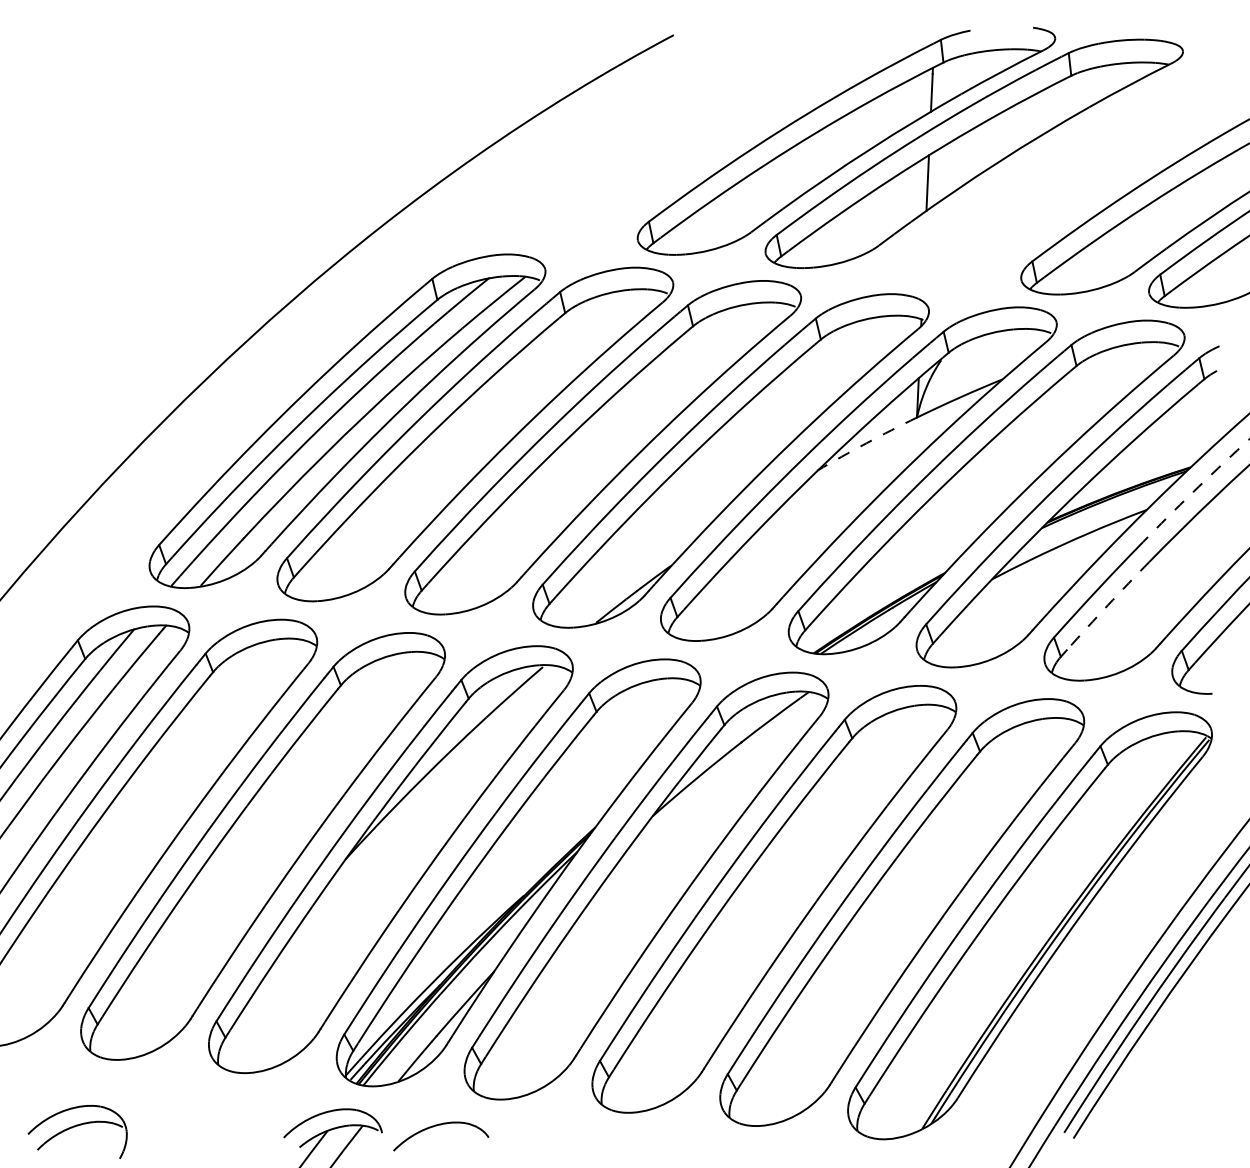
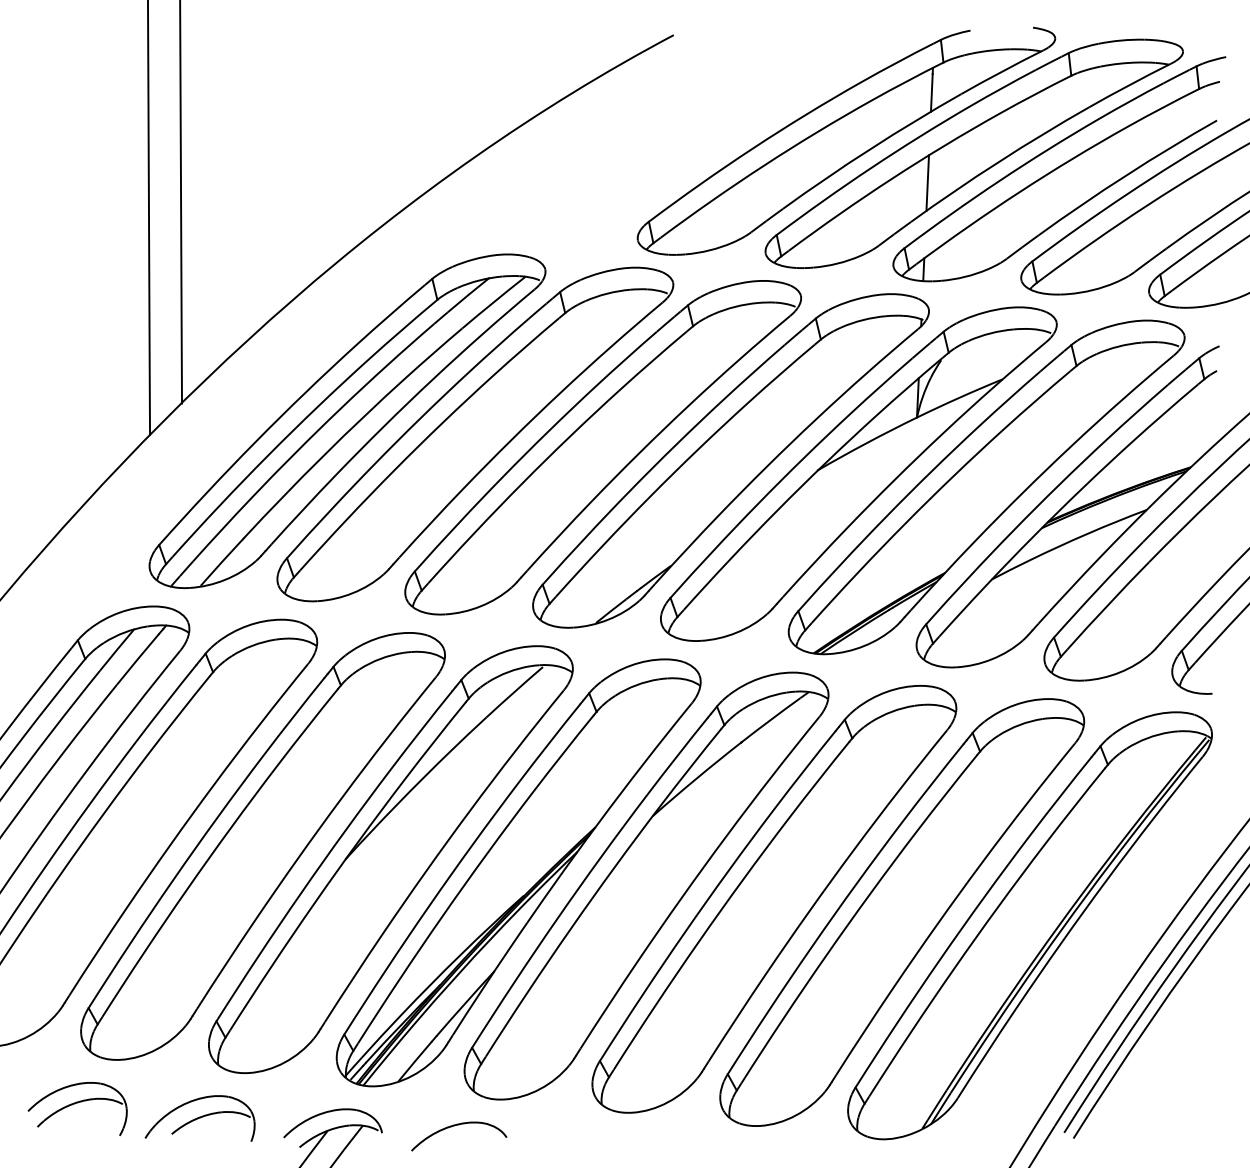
part at (1059, 169): none -> present
line at (181, 202): none -> present
line at (149, 218): none -> present
arc at (866, 443): dashed -> solid
arc at (1195, 489): dashed -> solid
arc at (1107, 605): dashed -> solid
part at (199, 1118): none -> present
part at (441, 1125) position: (441, 1125) -> (459, 1125)
part at (77, 1131) position: (77, 1131) -> (77, 1108)
